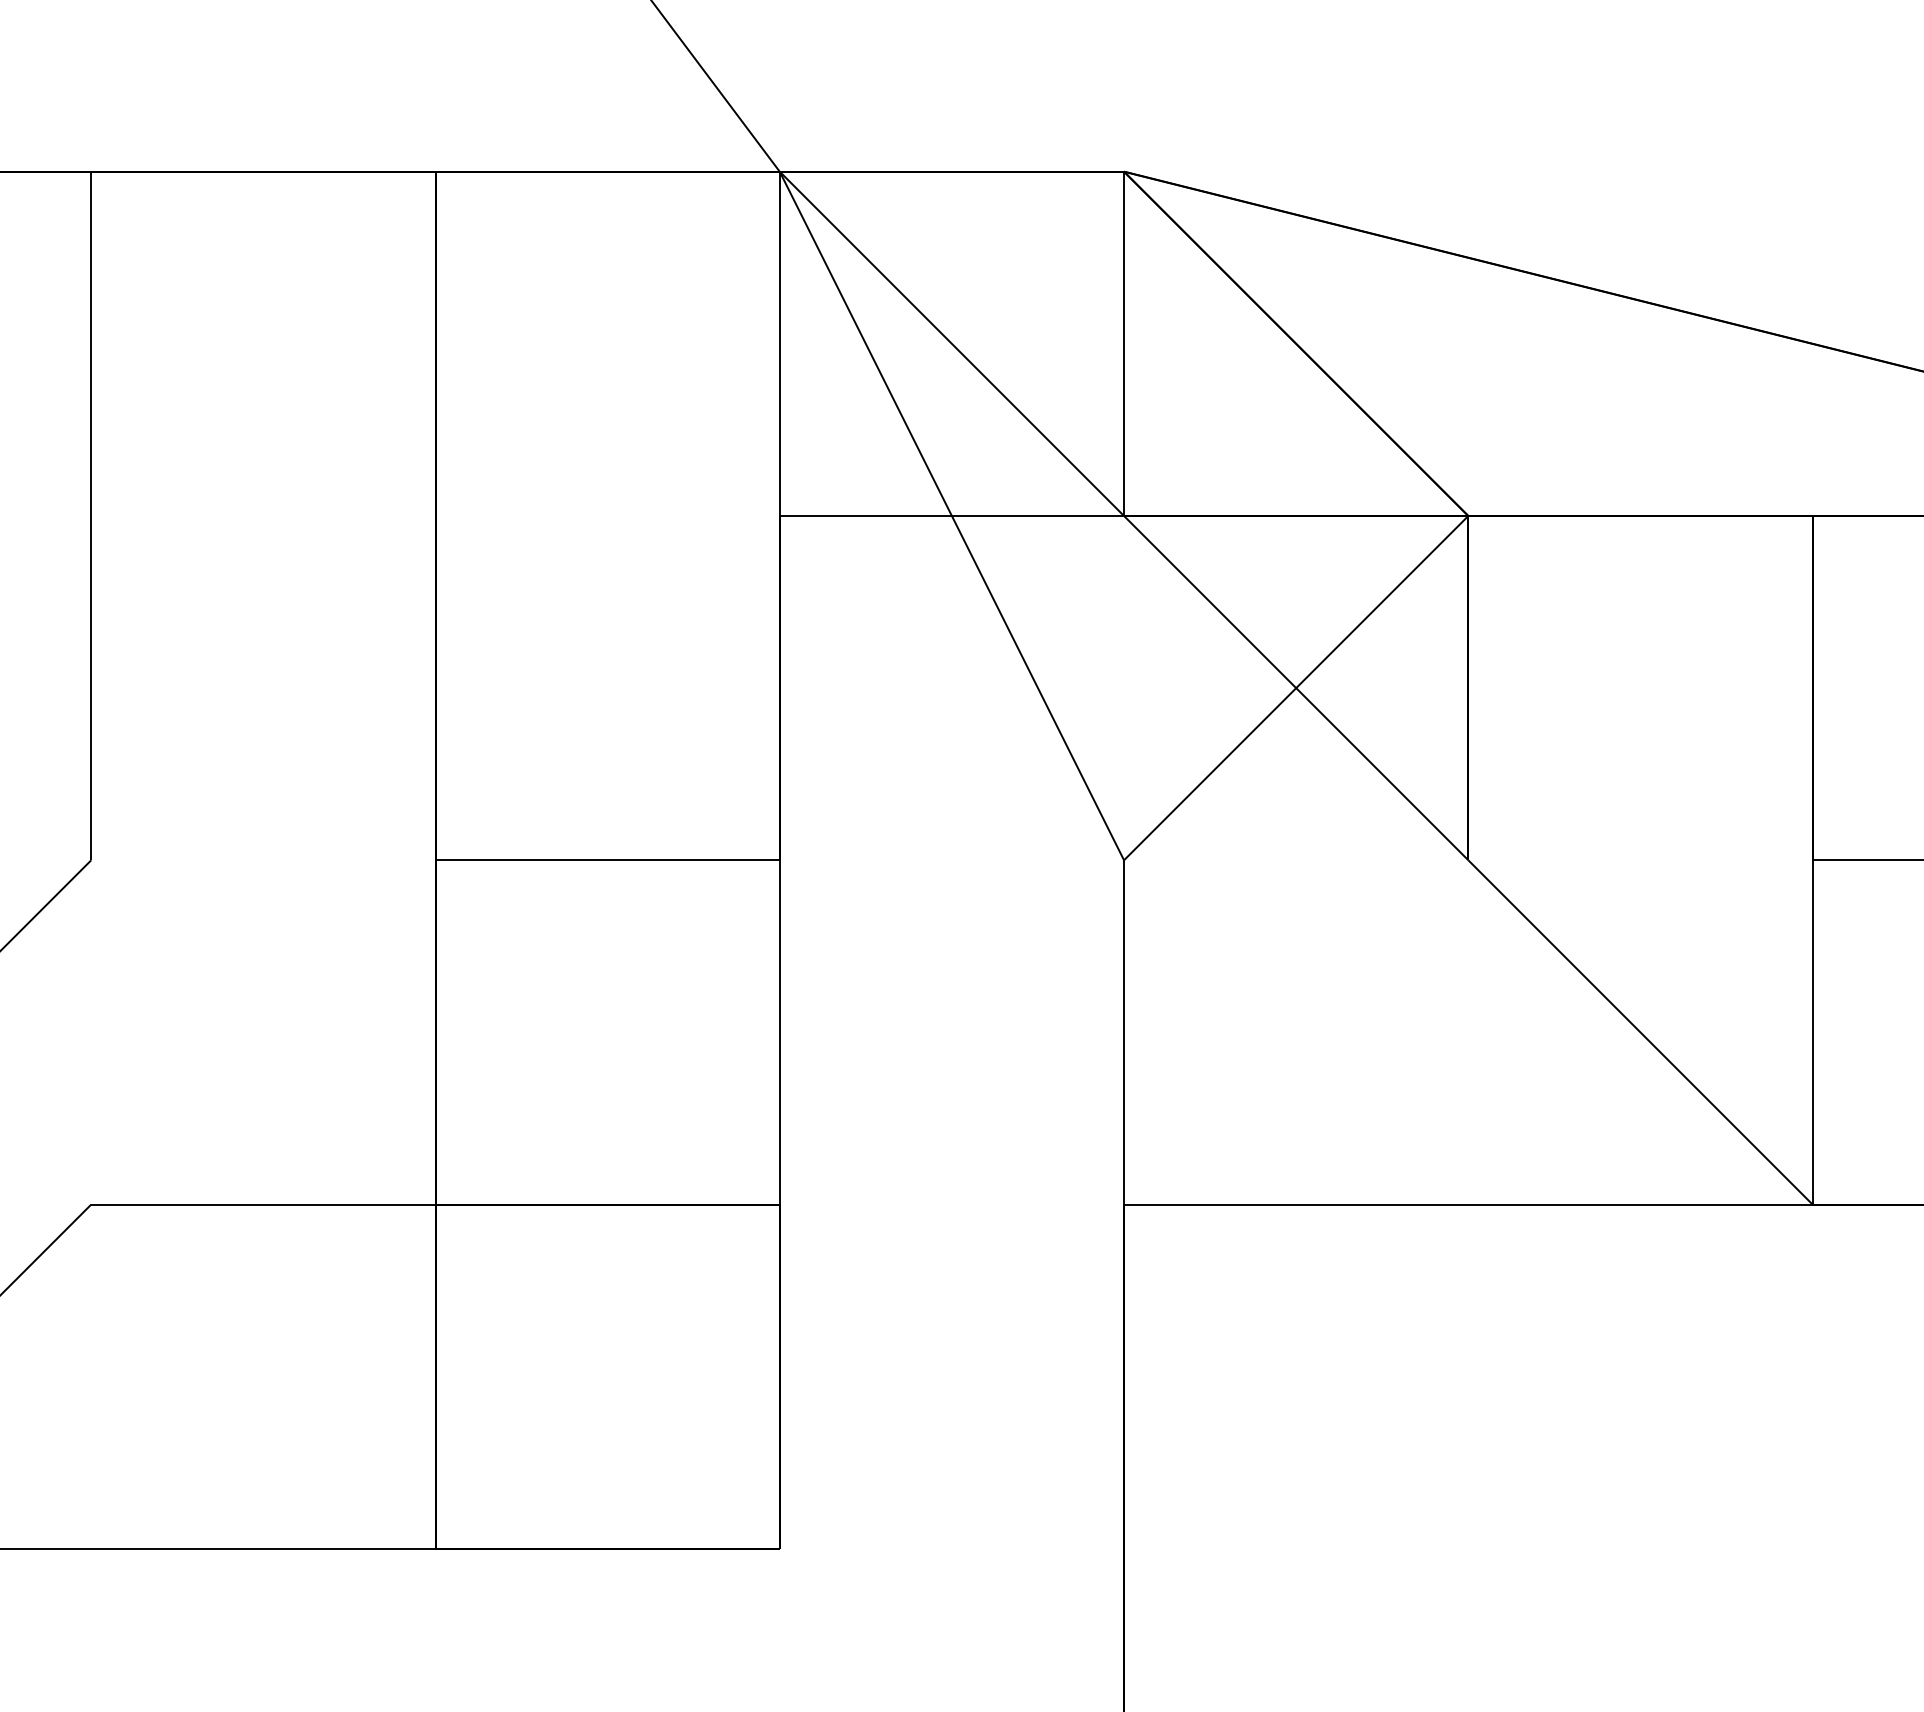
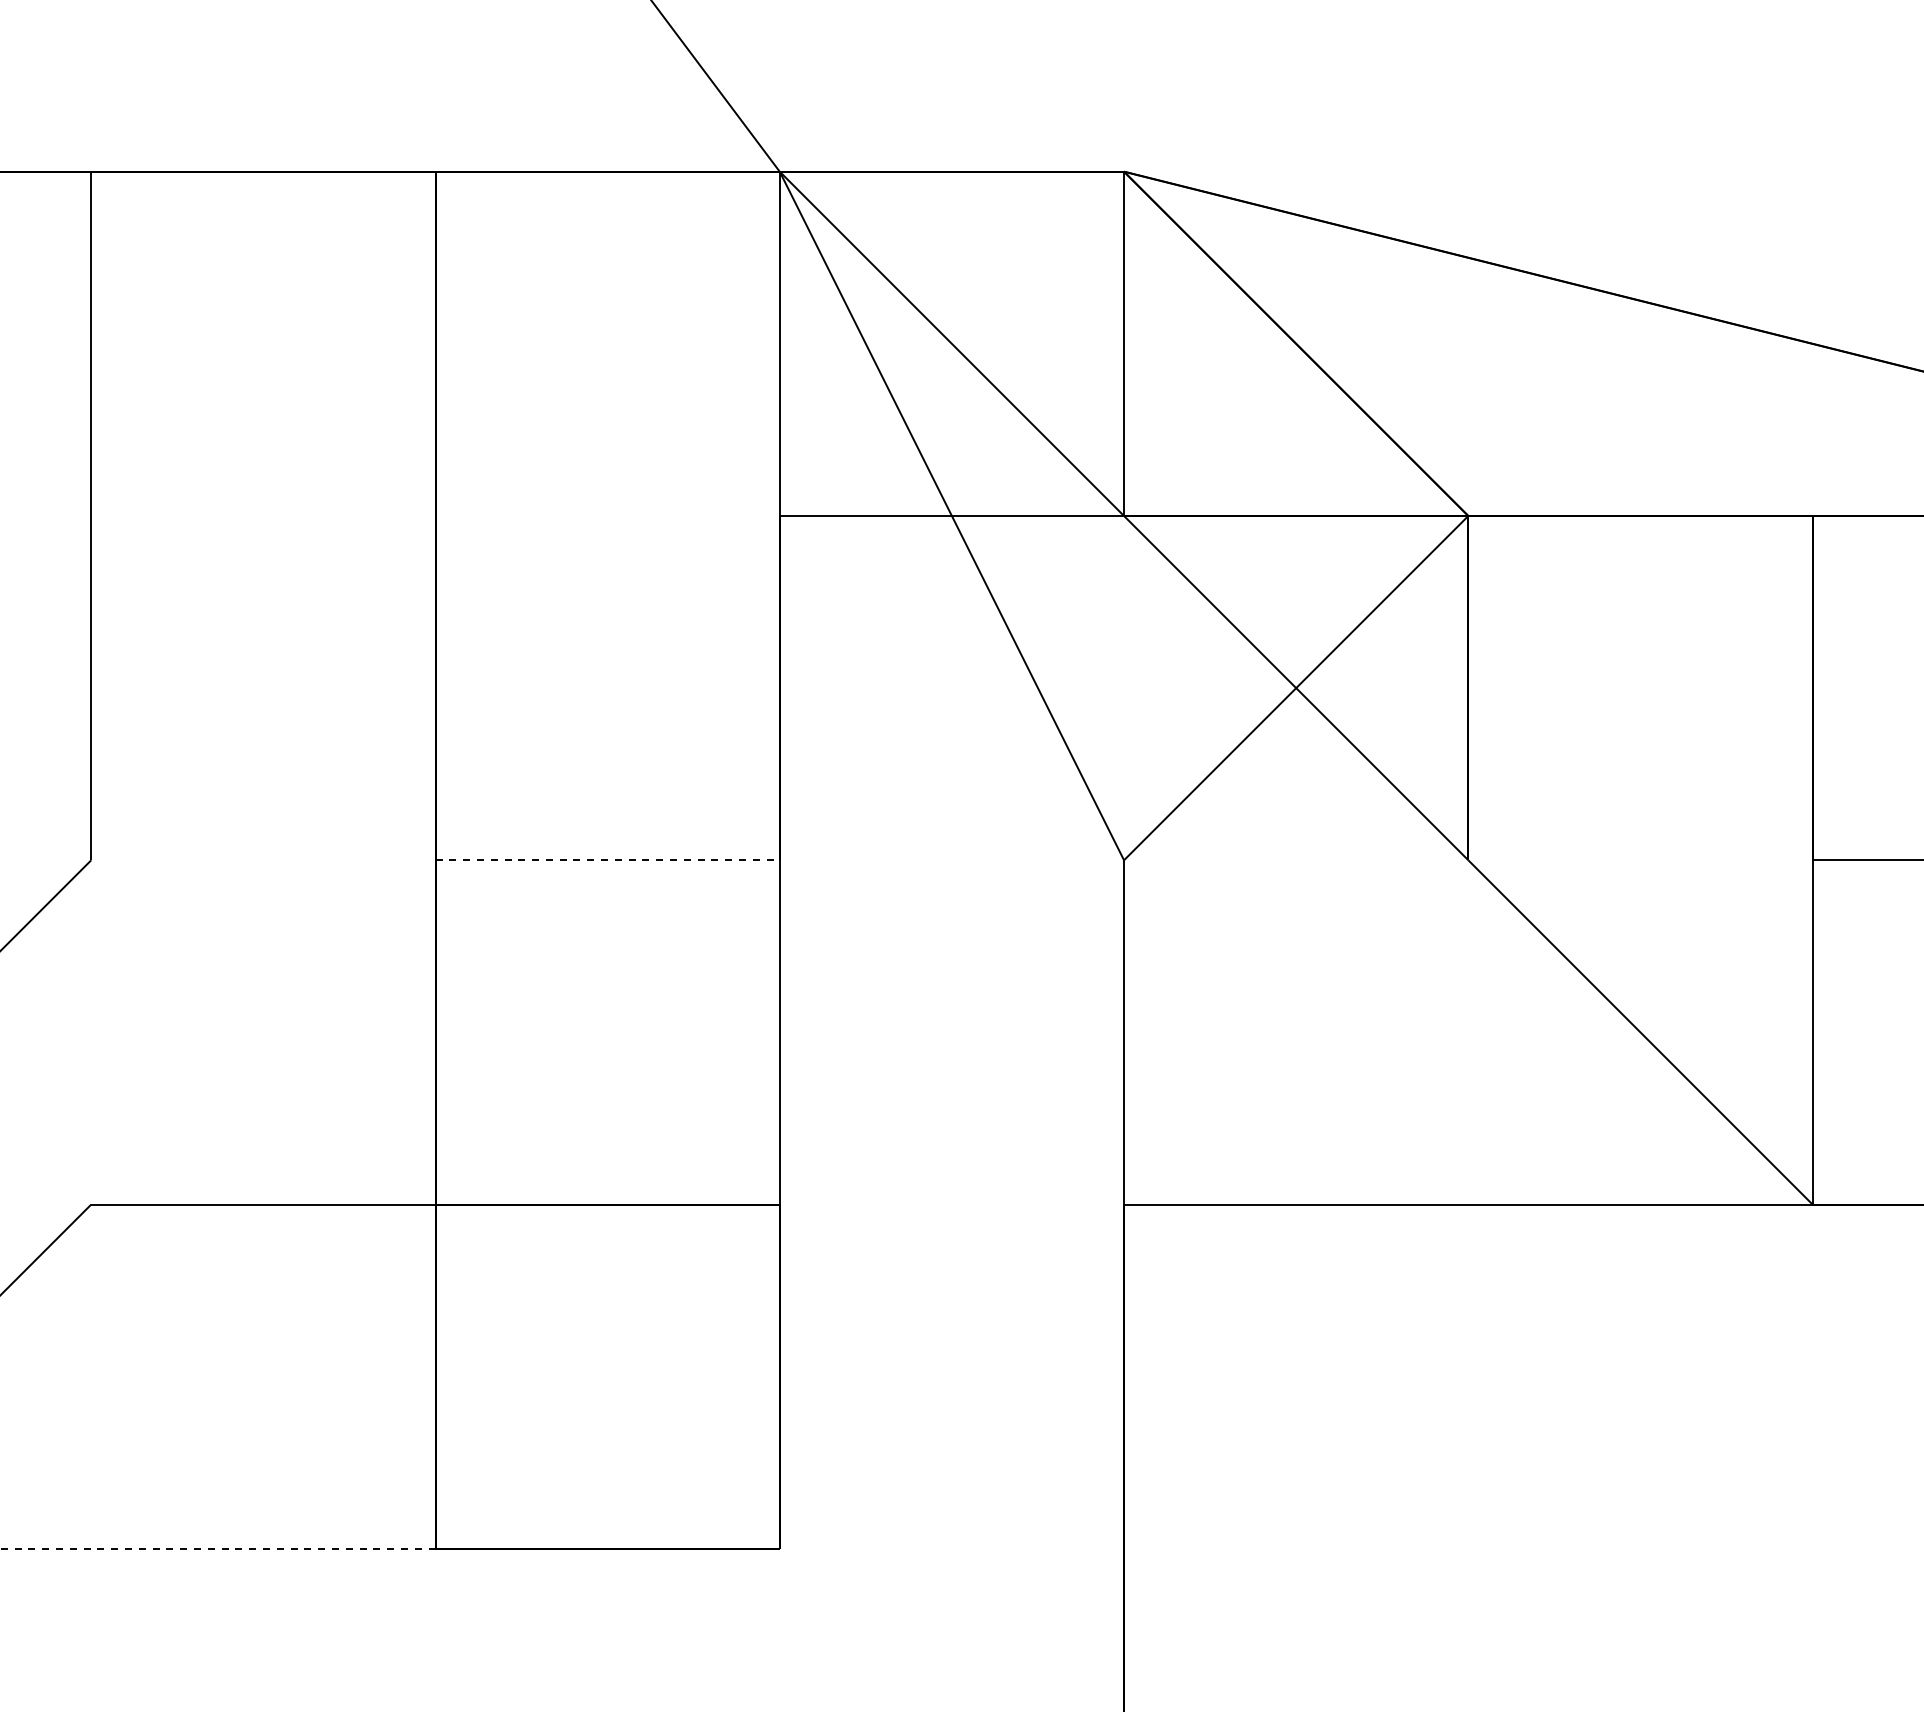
line at (608, 860): solid -> dashed
line at (217, 1548): solid -> dashed
